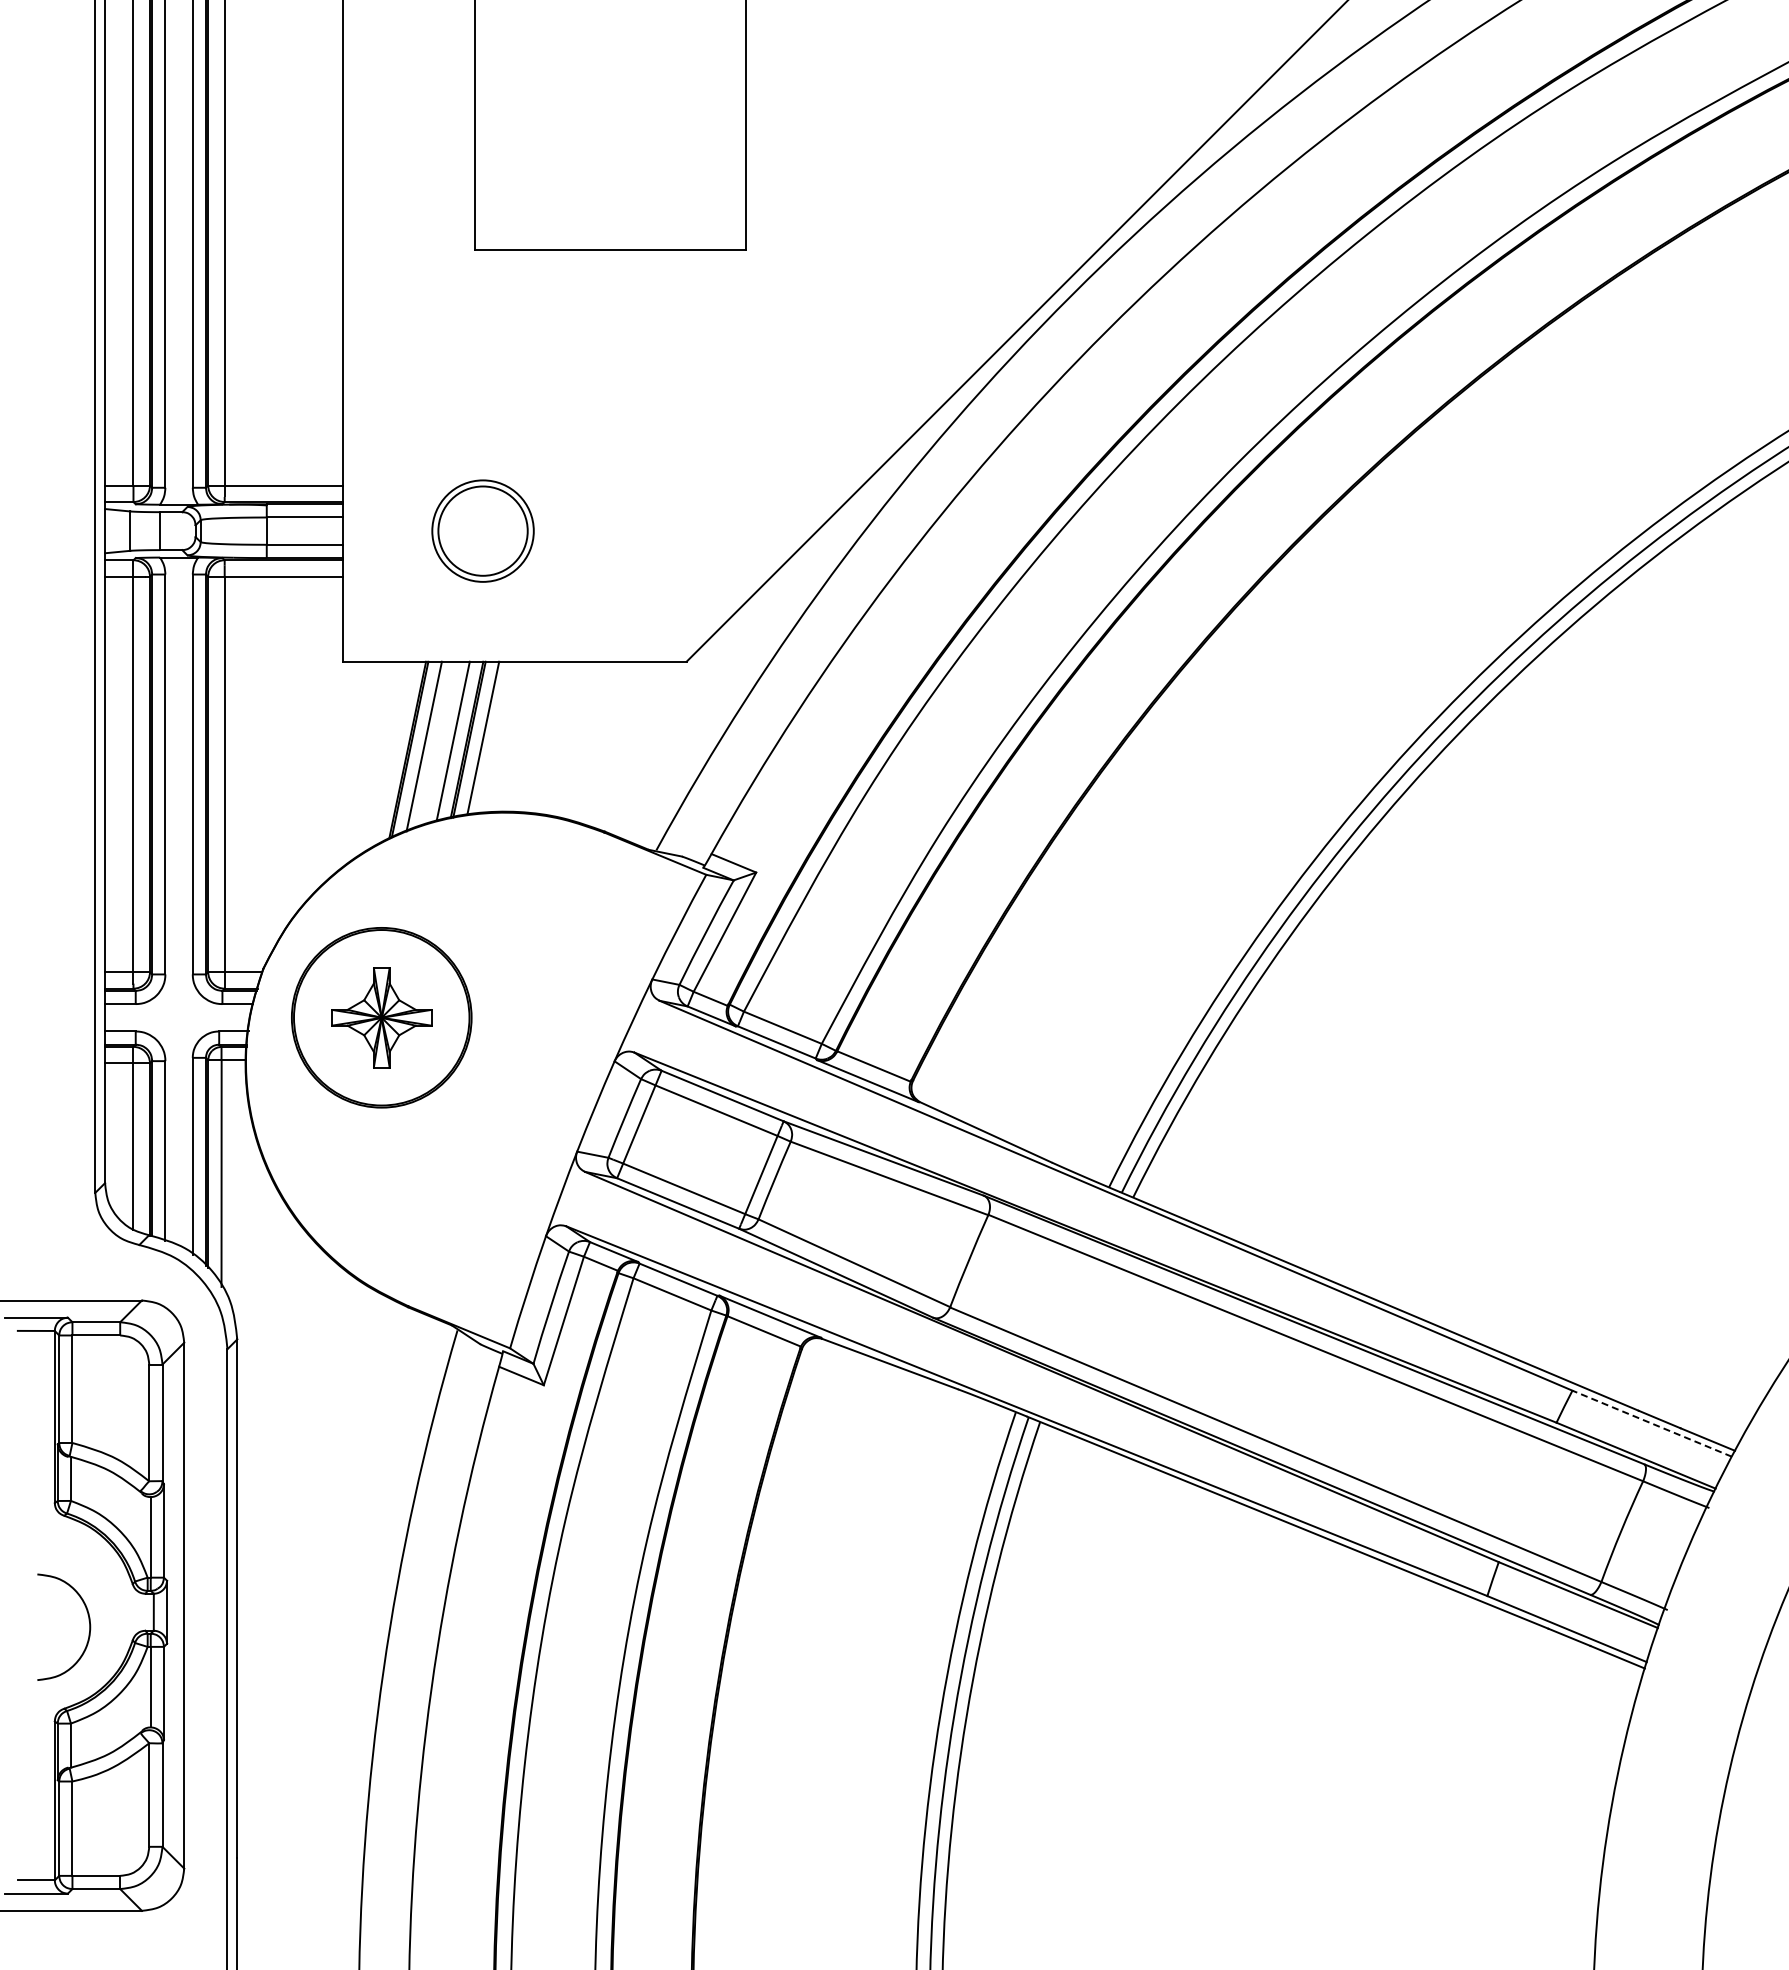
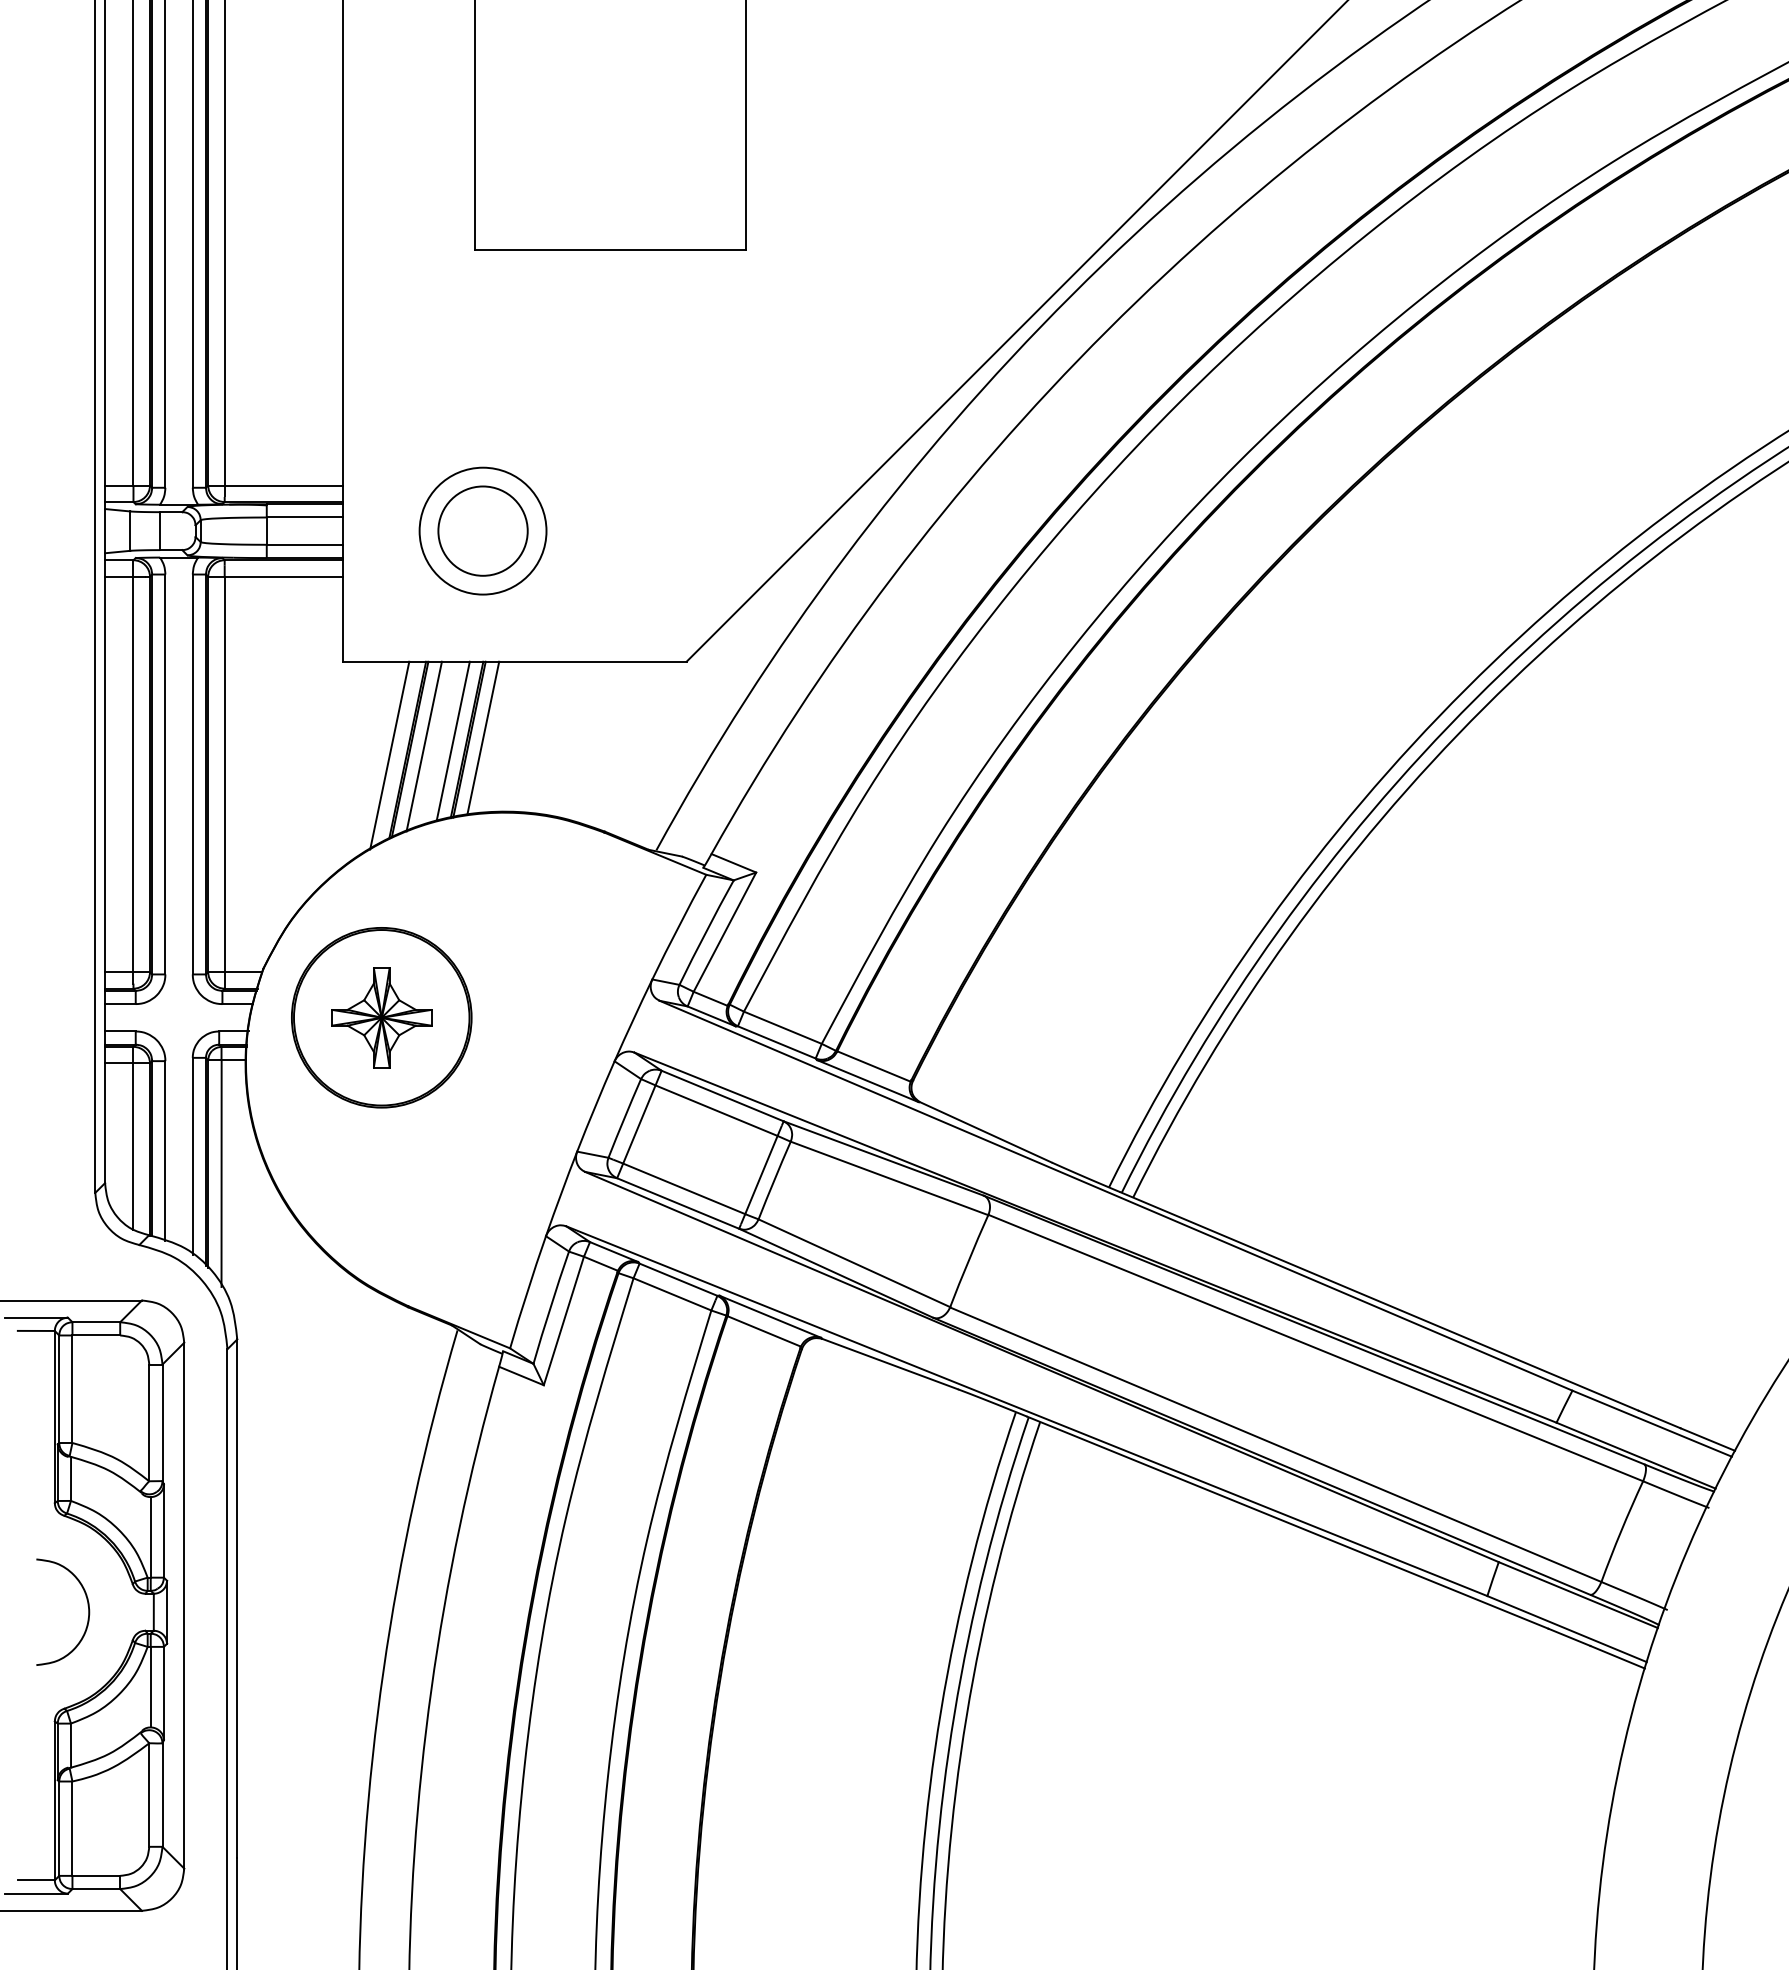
circle at (482, 530) diameter: 102 px -> 127 px
line at (389, 755): none -> present
line at (1651, 1423): dashed -> solid
curve at (88, 1620) position: (88, 1620) -> (87, 1605)
